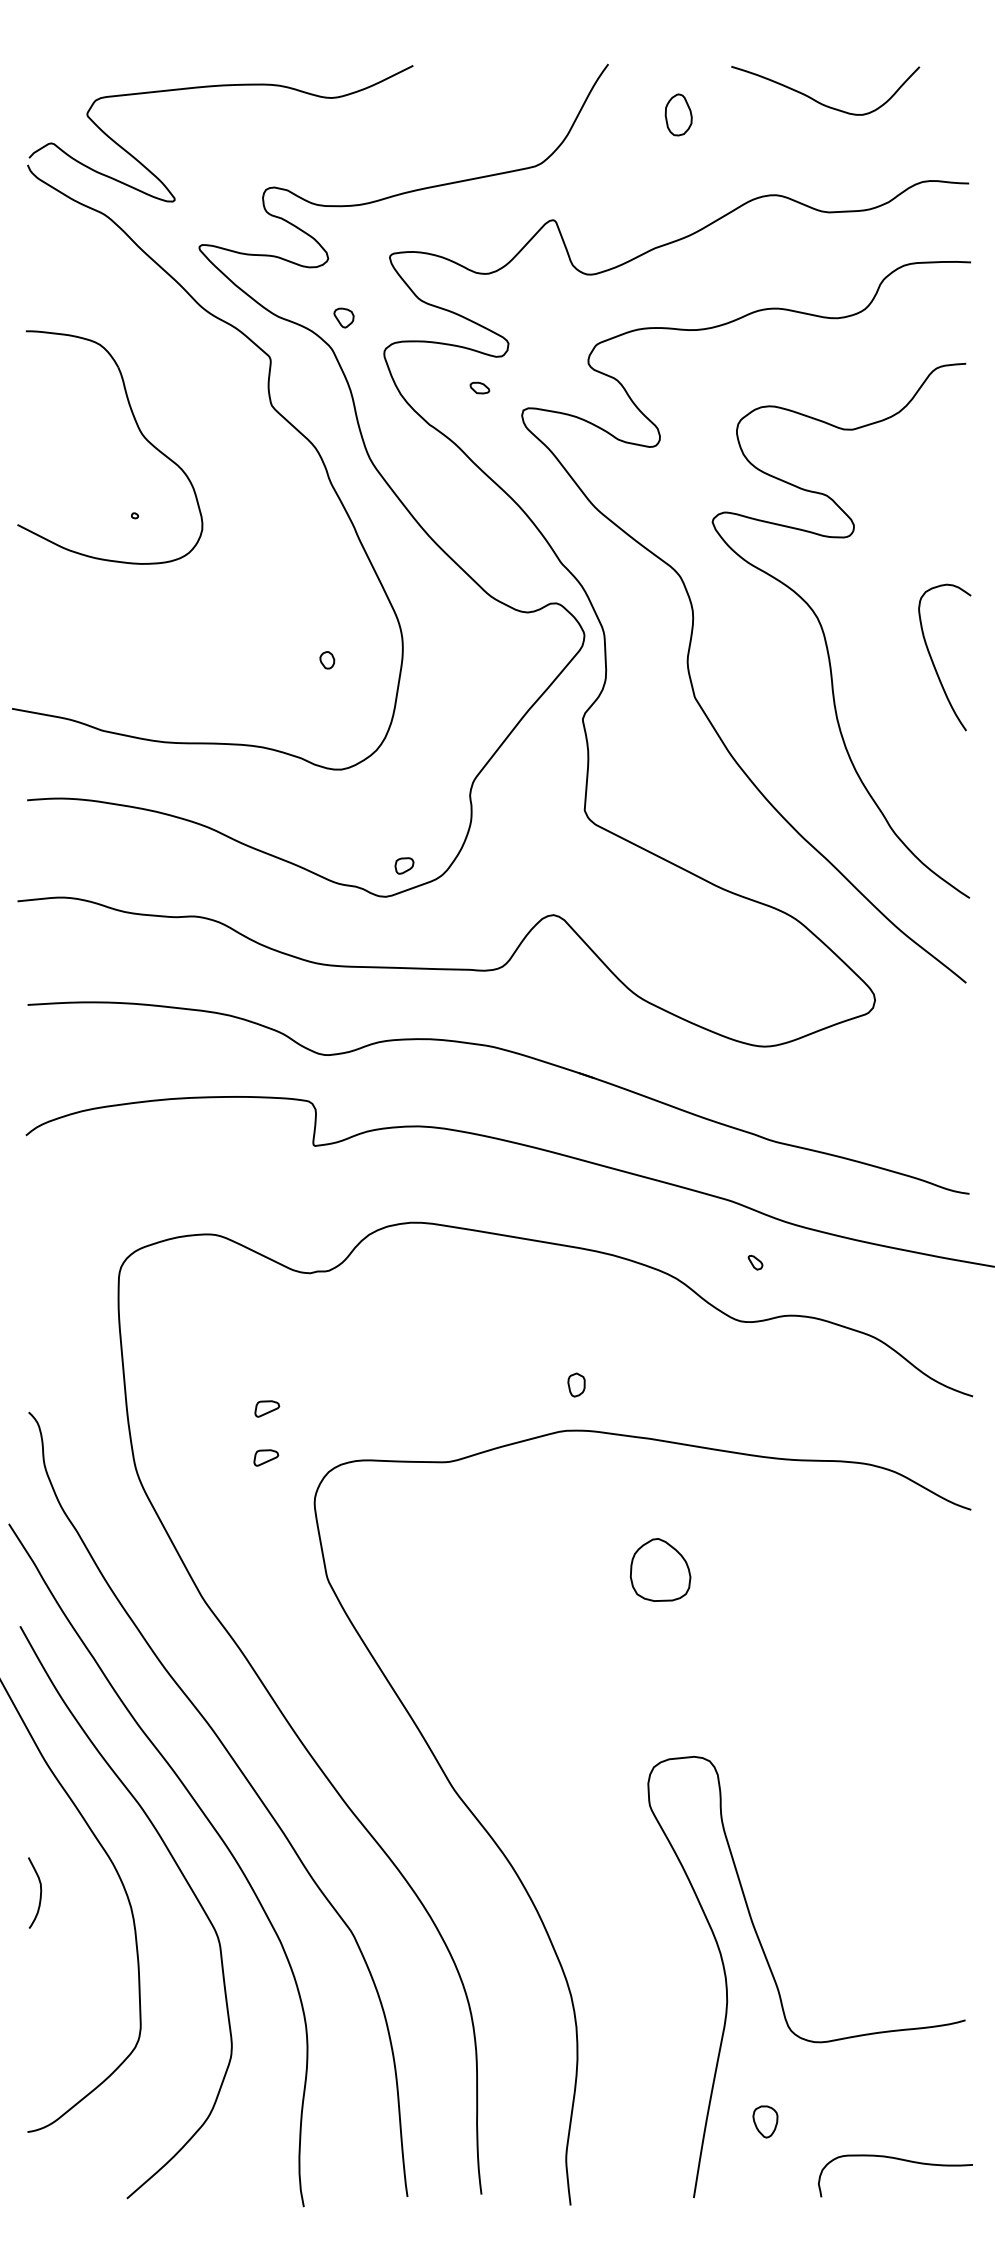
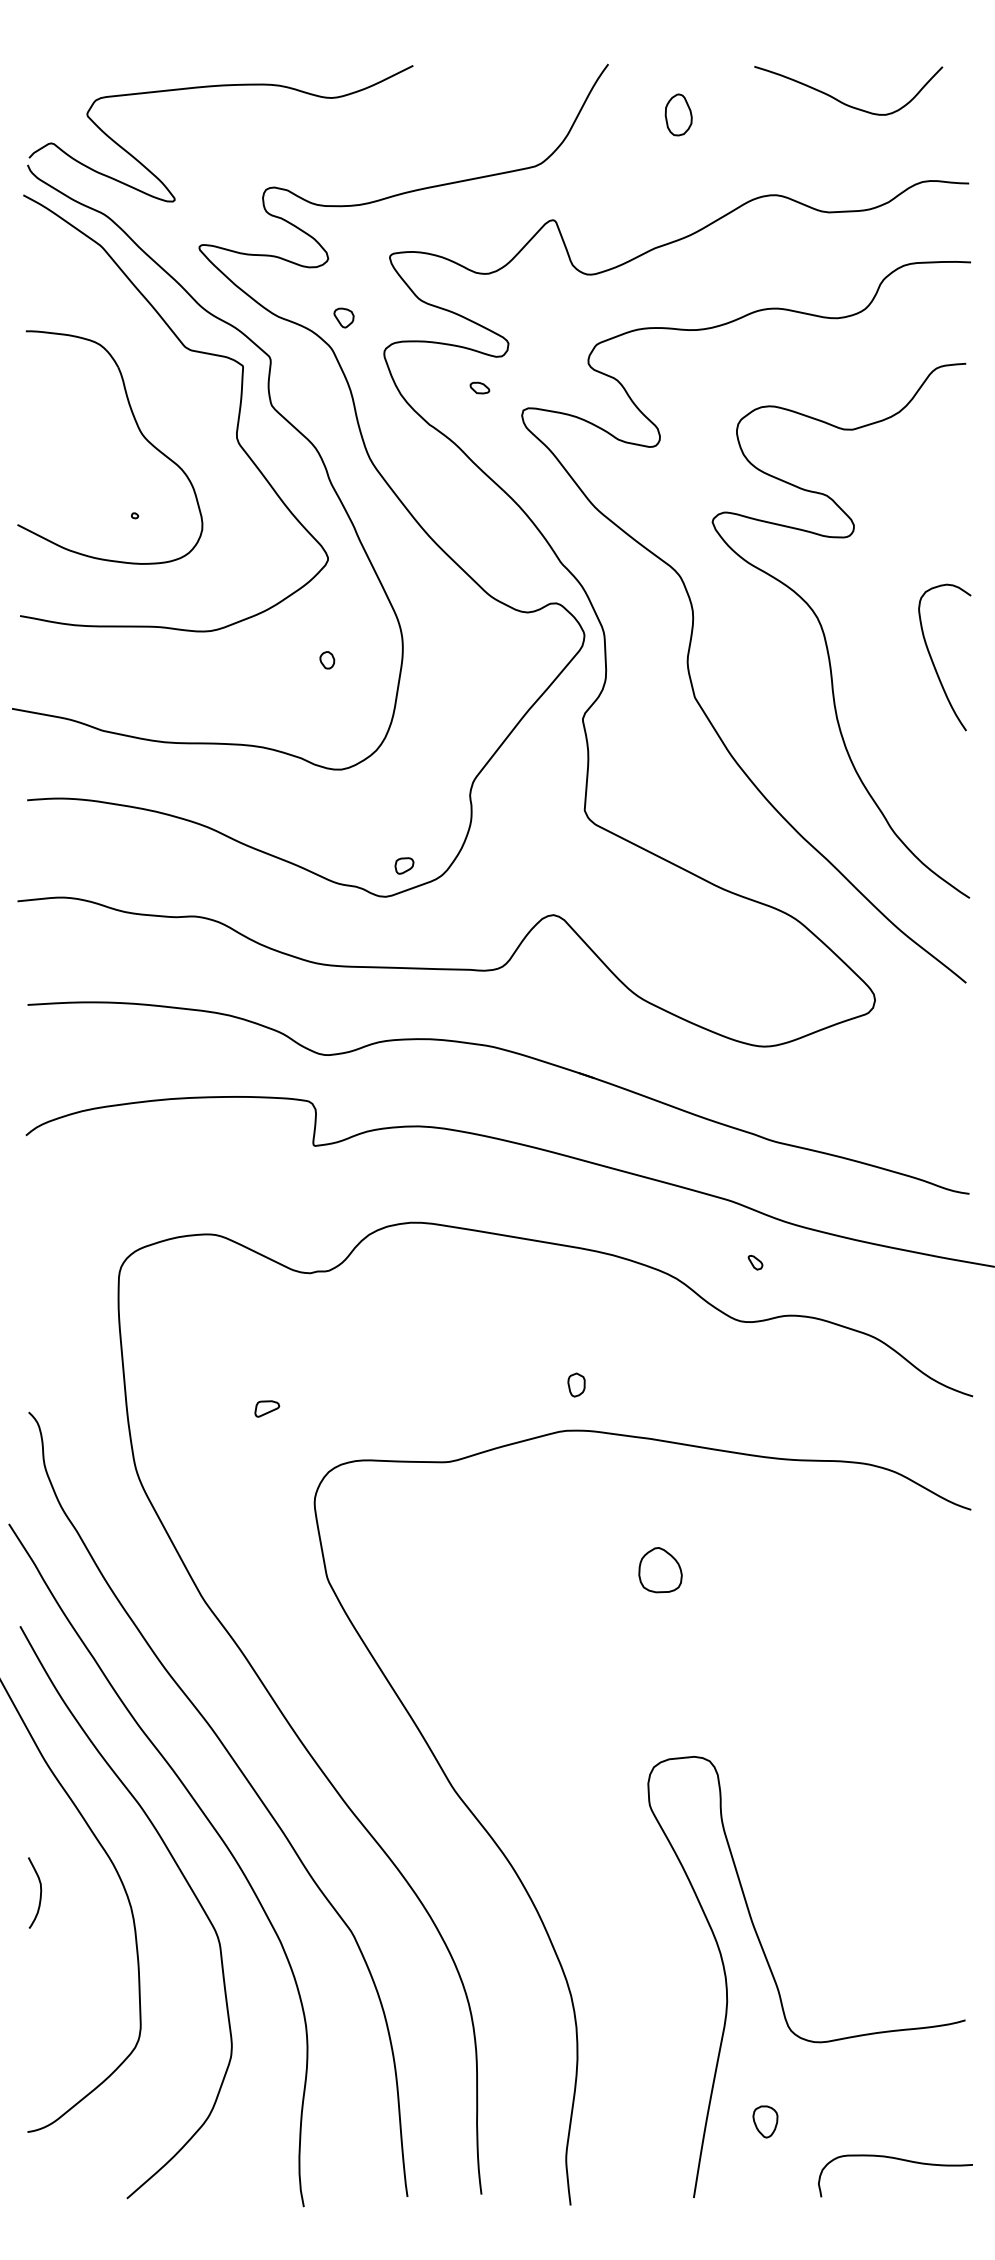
curve at (817, 100) position: (817, 100) -> (840, 100)
curve at (237, 419): none -> present
part at (266, 1457): present -> none
part at (660, 1569) size: 63x64 px -> 45x47 px
